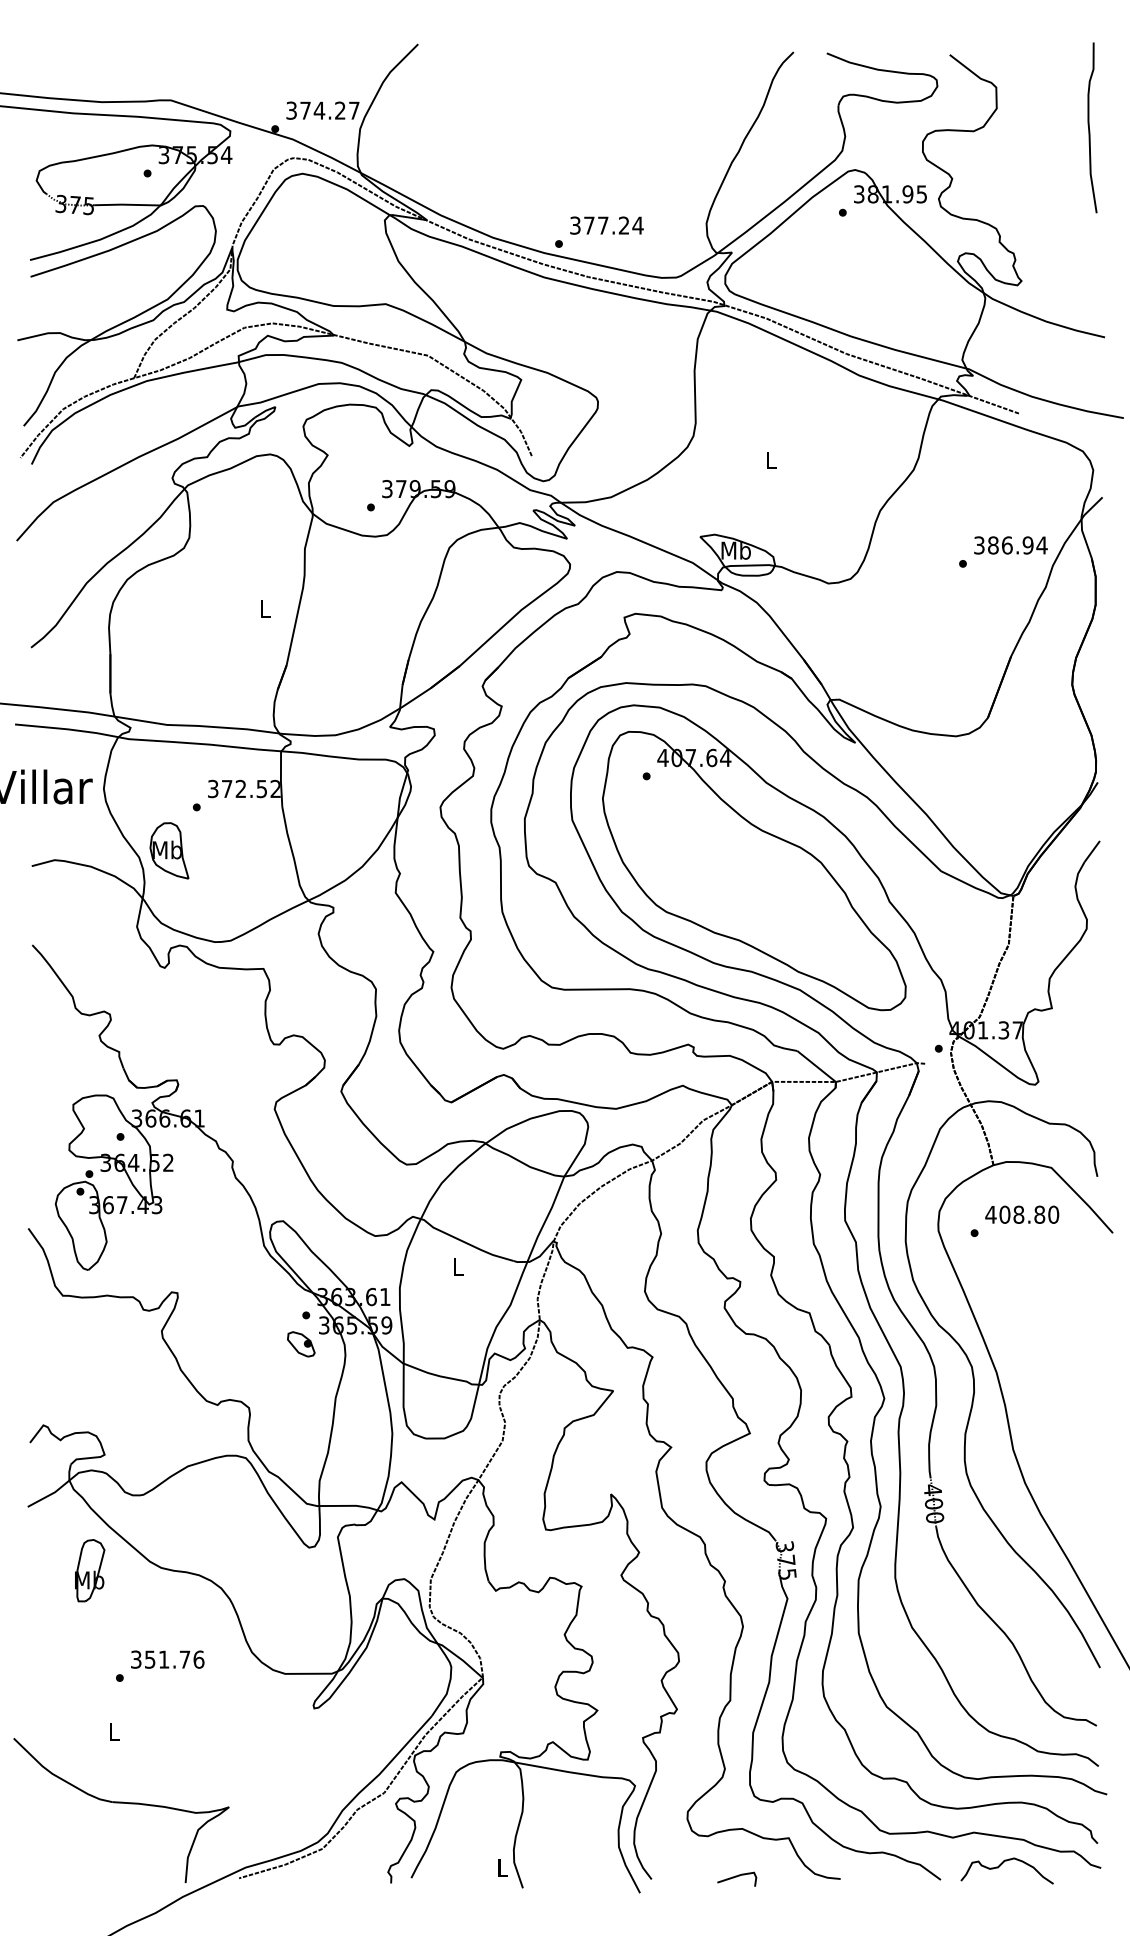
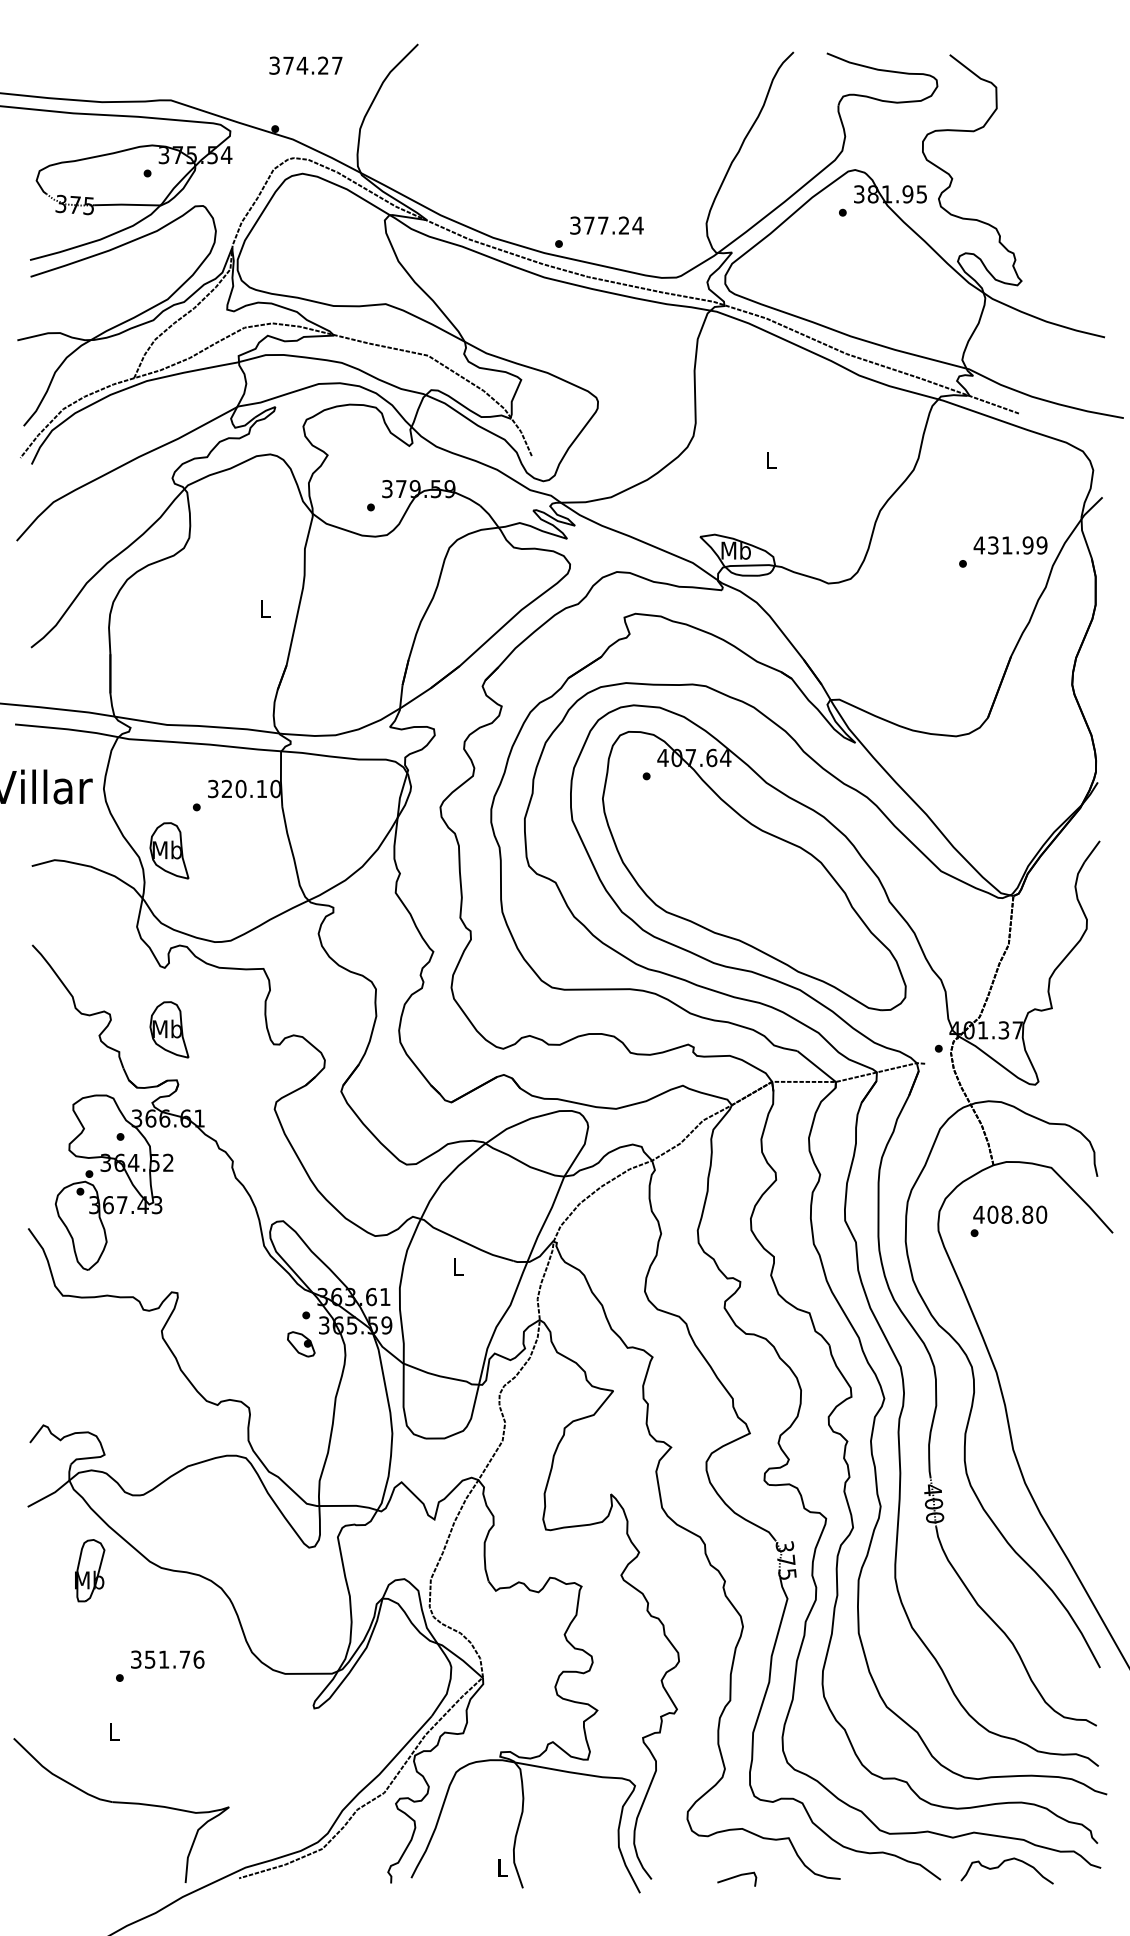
text at (322, 110) position: (322, 110) -> (305, 65)
curve at (1089, 127): present -> none
text at (1010, 545): 386.94 -> 431.99
text at (250, 788): 372.52 -> 320.10
part at (169, 1029): none -> present
text at (1022, 1214) position: (1022, 1214) -> (1010, 1214)
